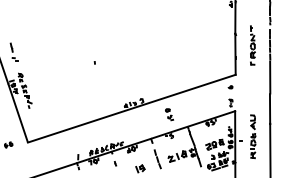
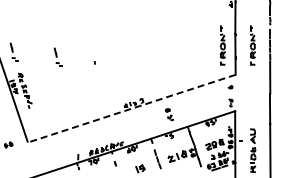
part at (222, 45): none -> present
part at (57, 56): none -> present
line at (131, 108): solid -> dashed
part at (253, 136) position: (253, 136) -> (253, 150)
